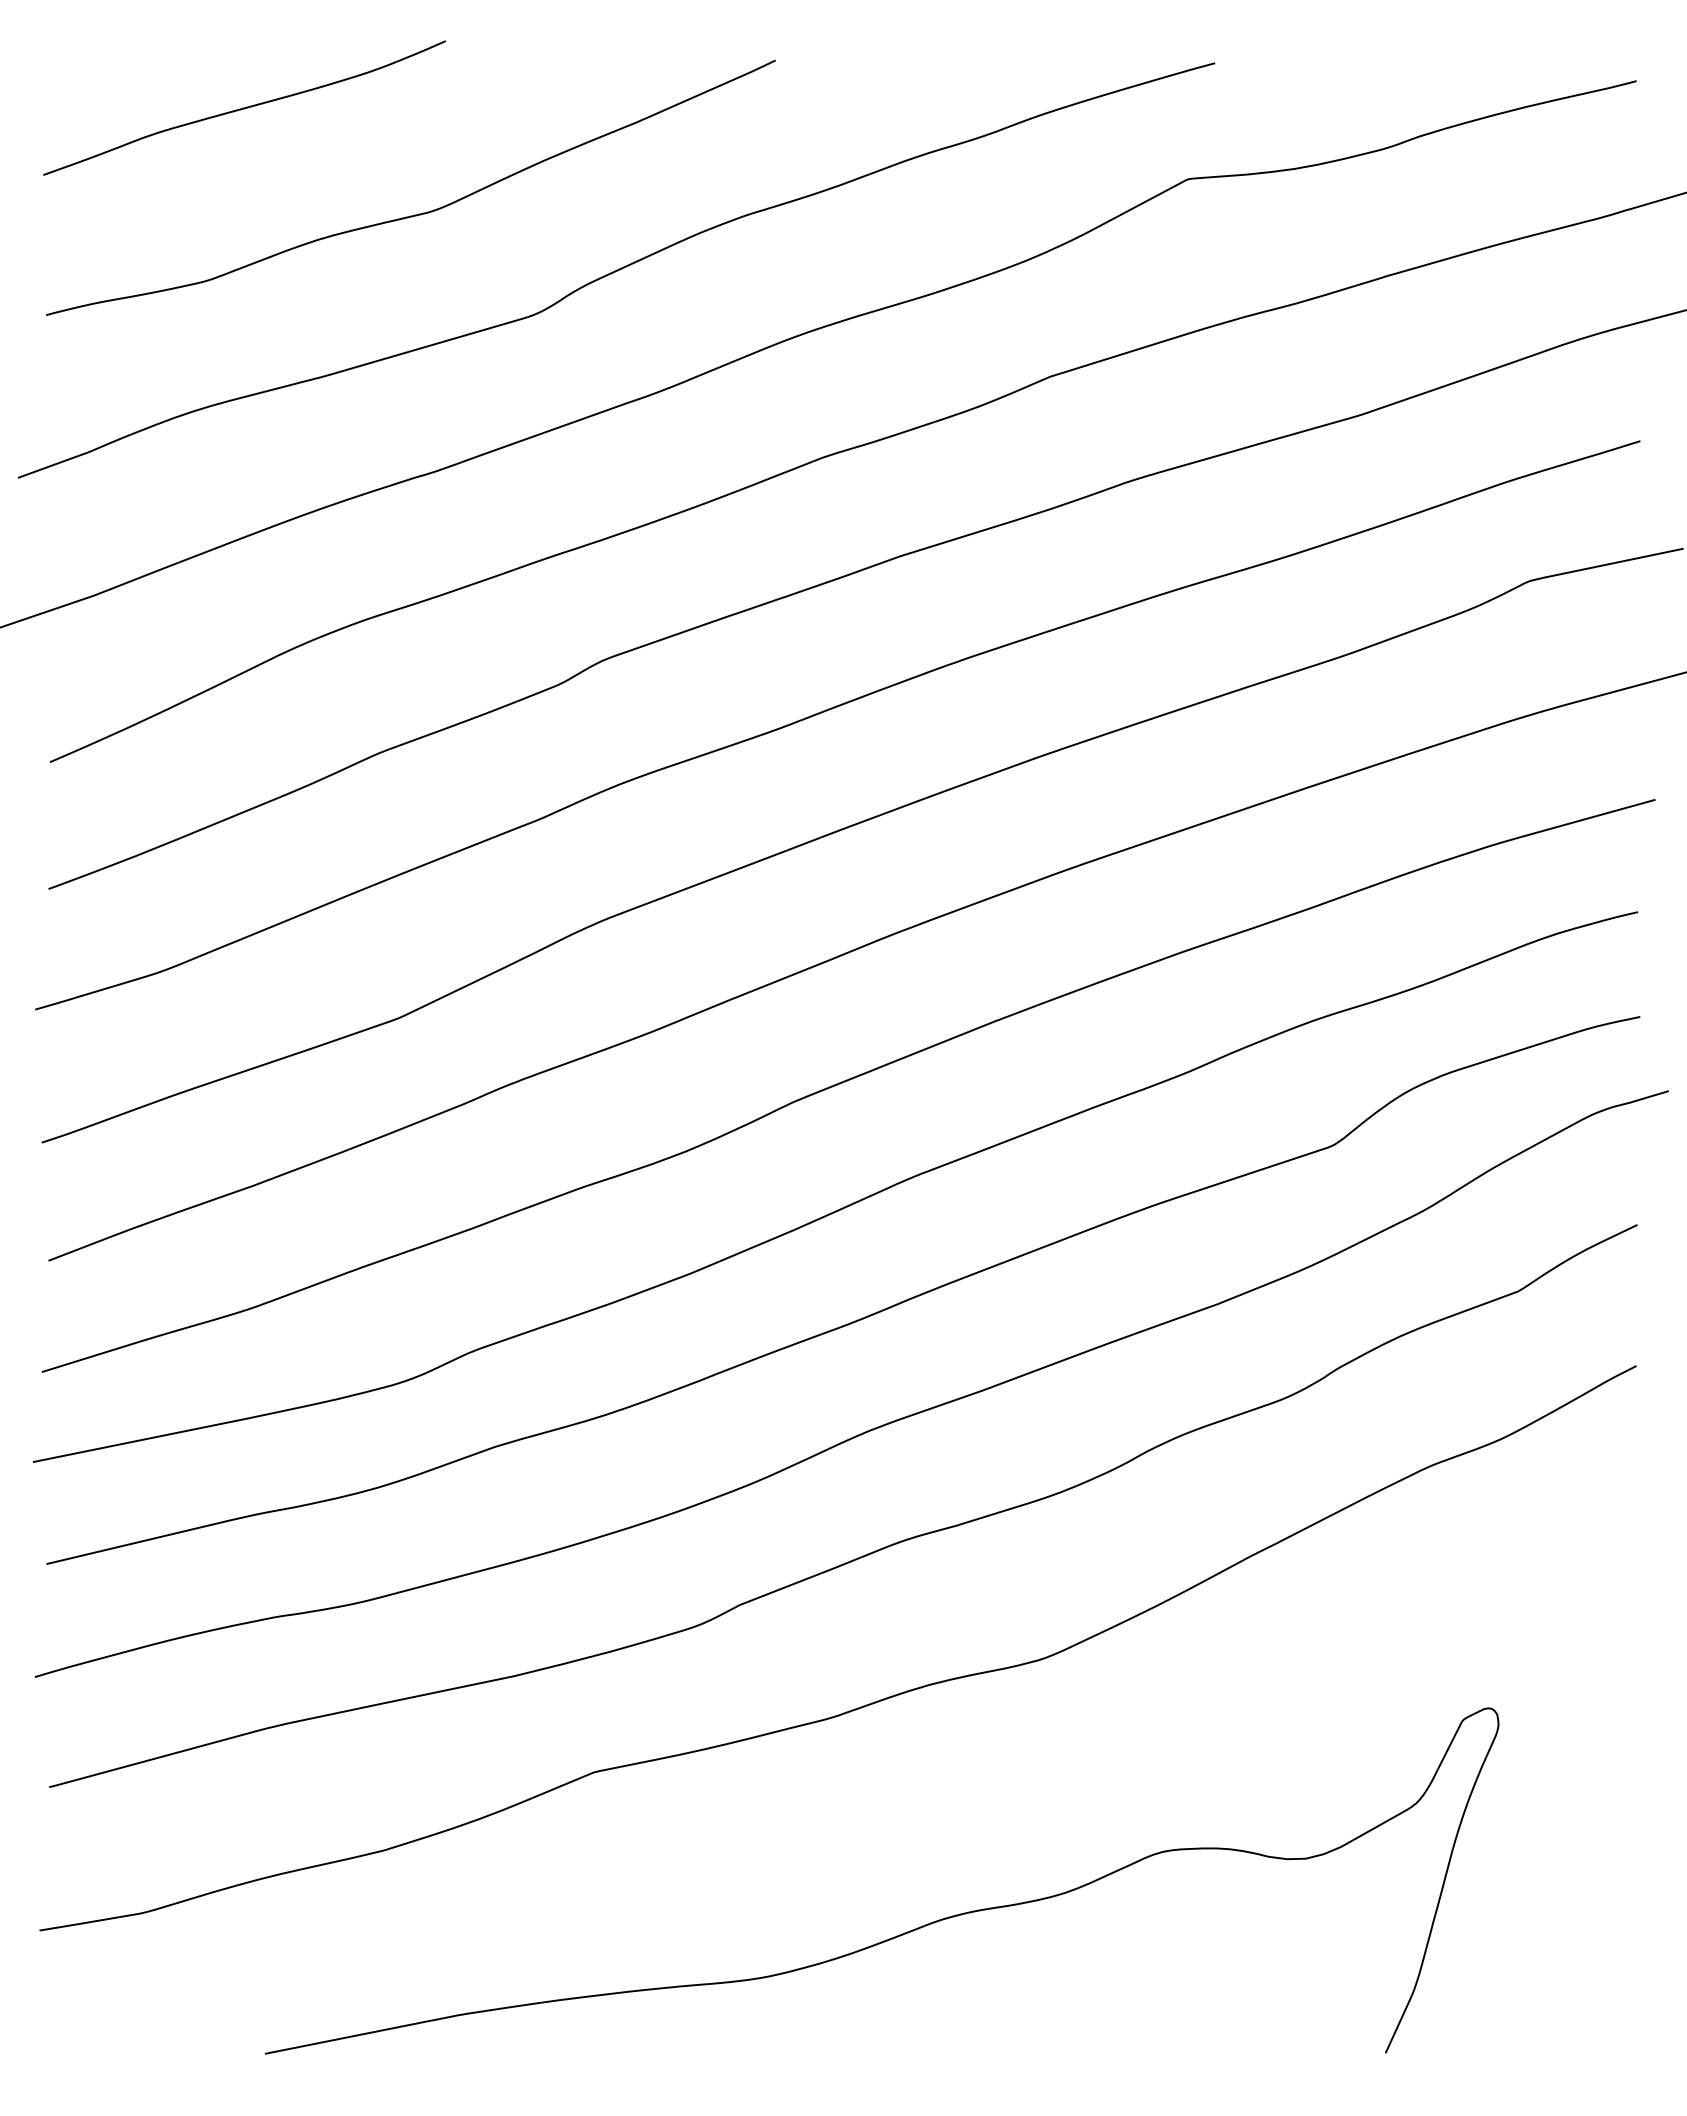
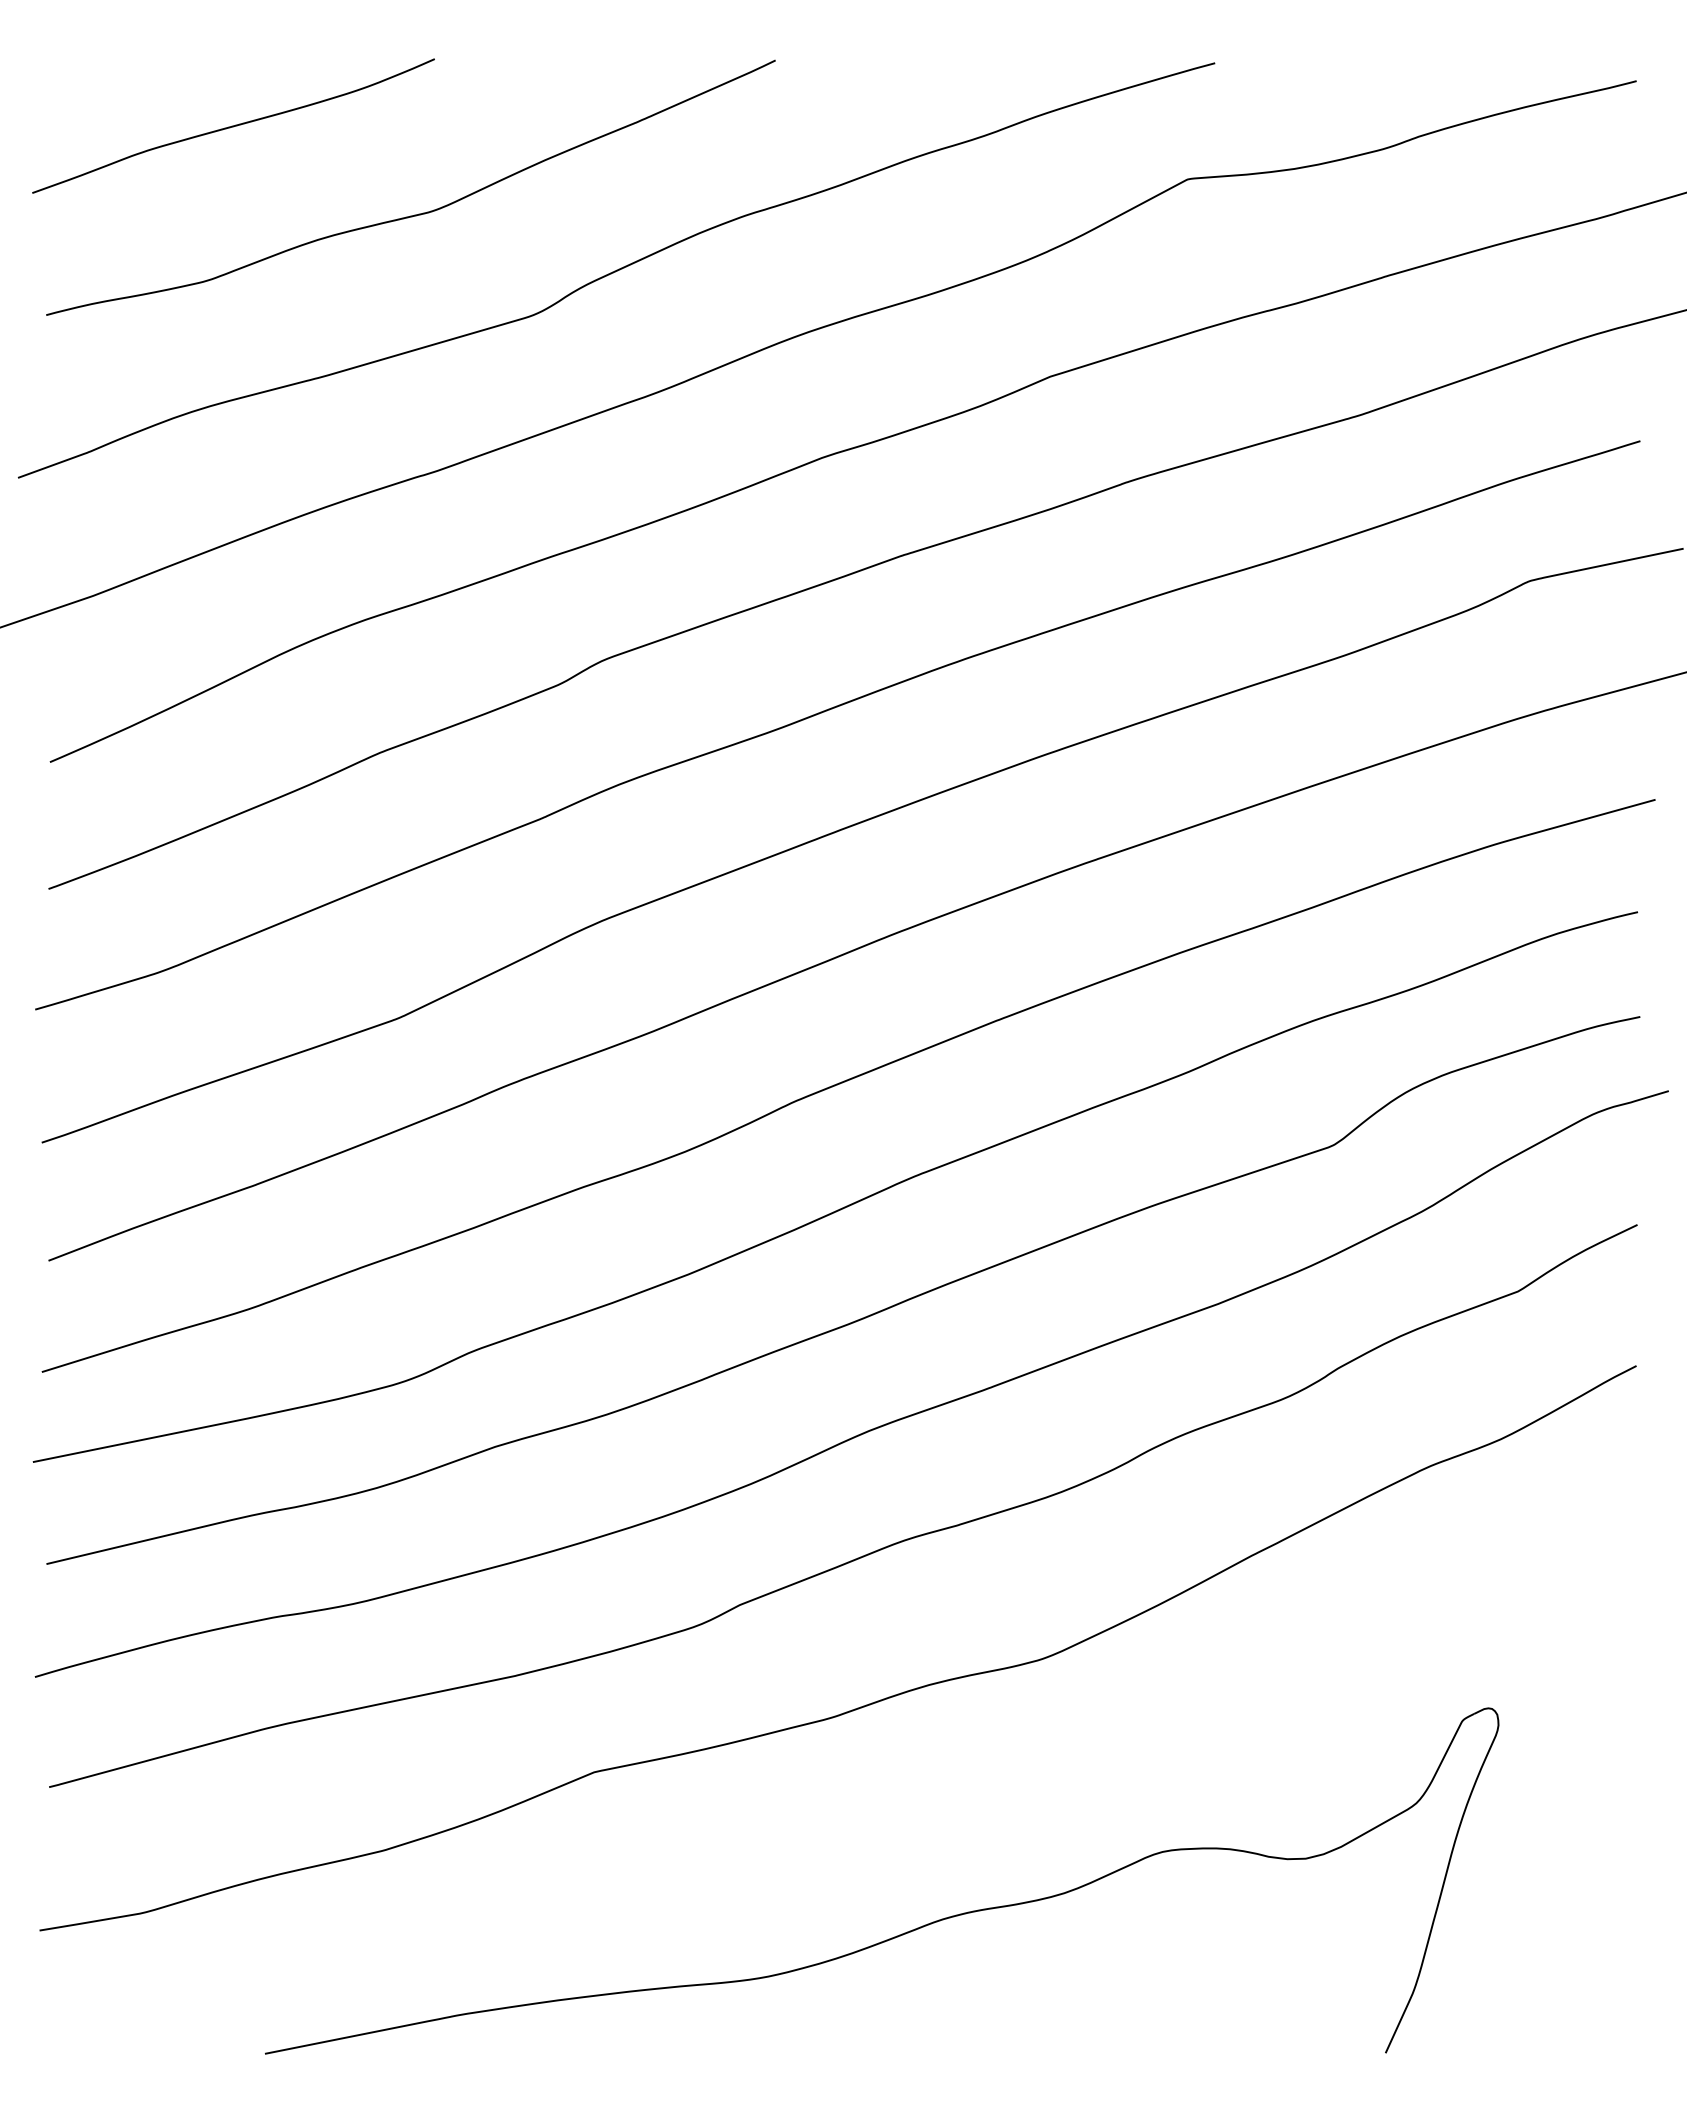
curve at (244, 107) position: (244, 107) -> (233, 125)
